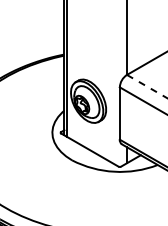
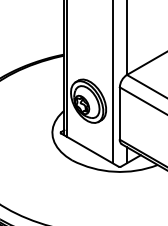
line at (112, 82): none -> present
line at (147, 86): dashed -> solid
